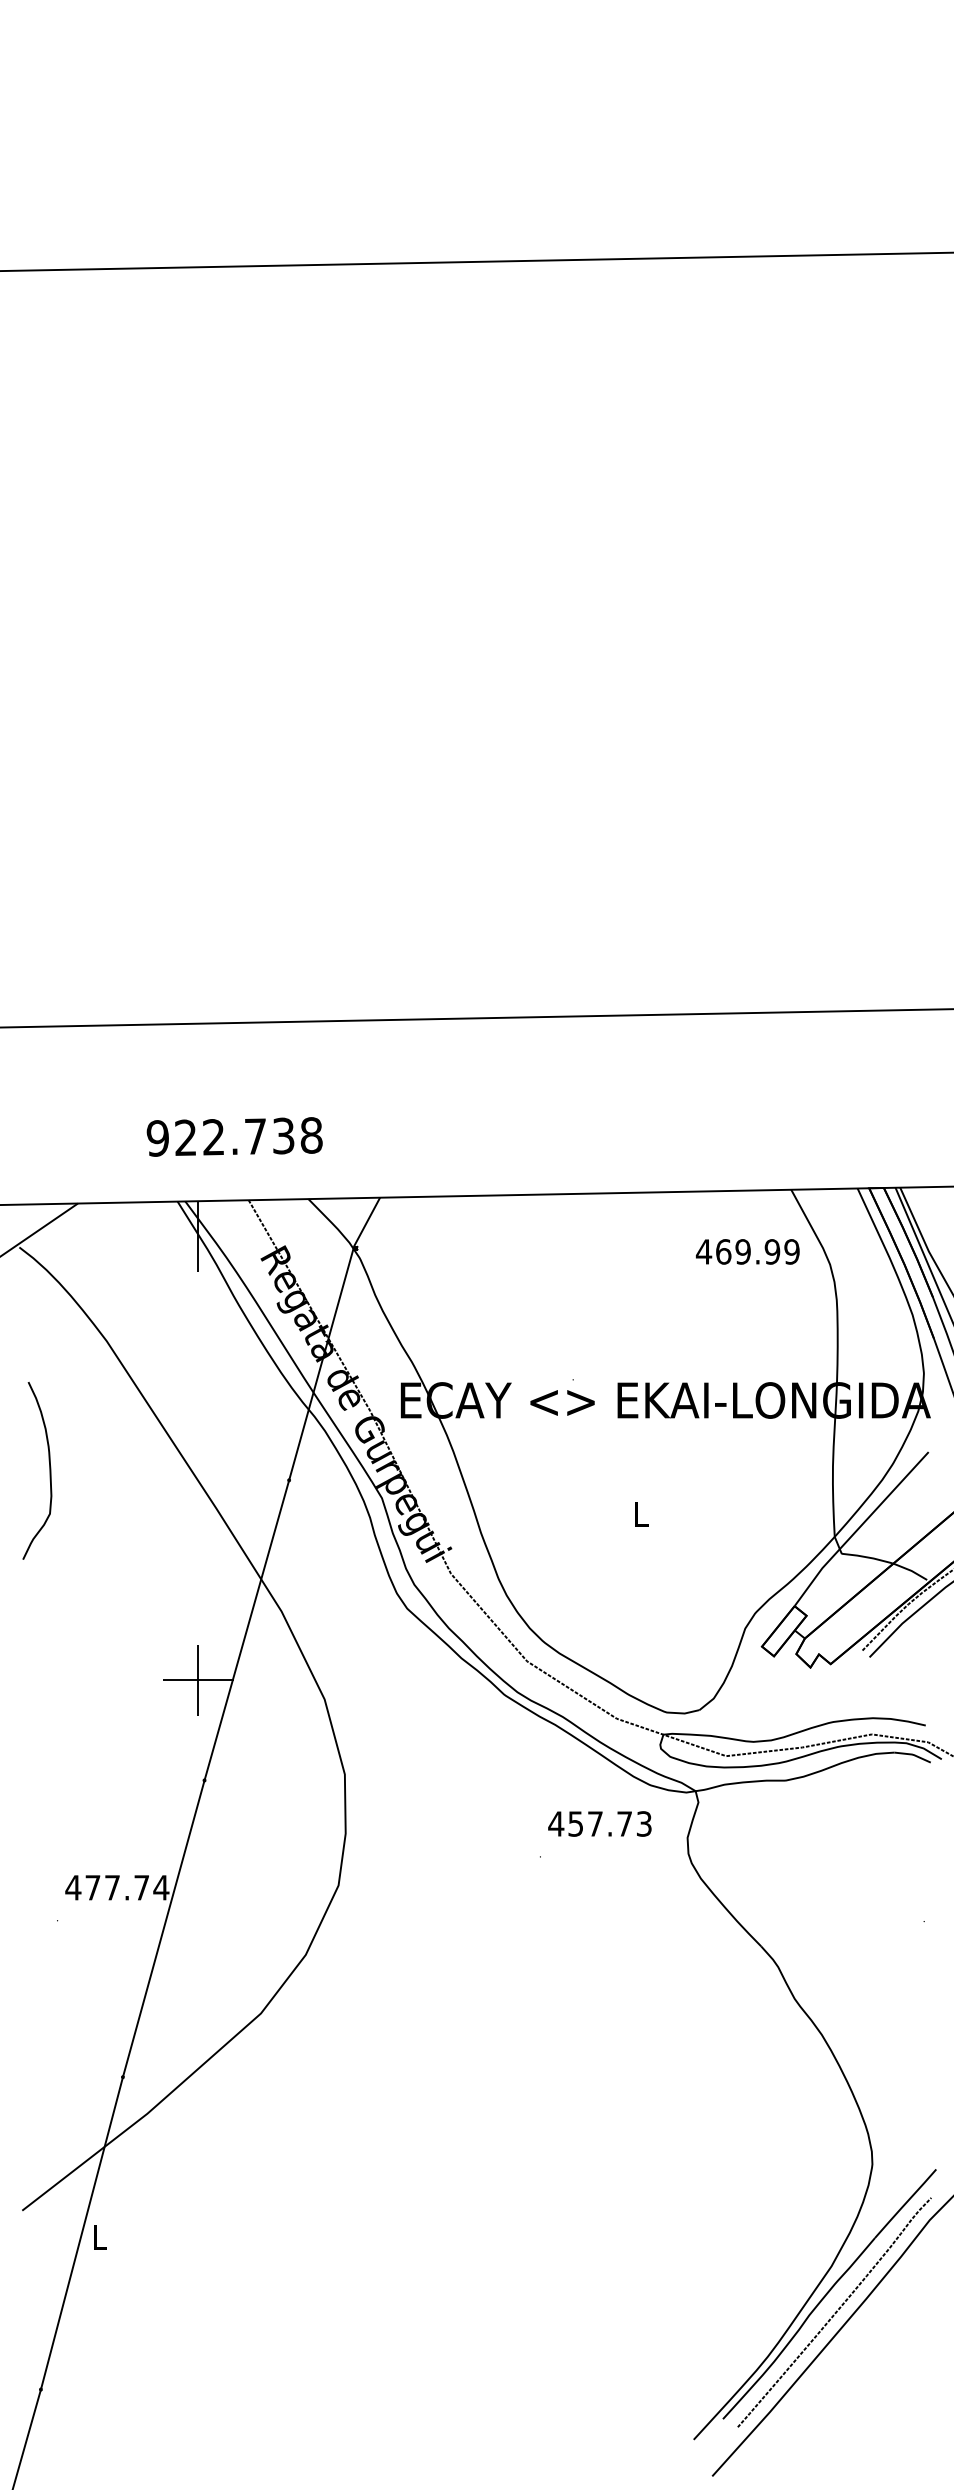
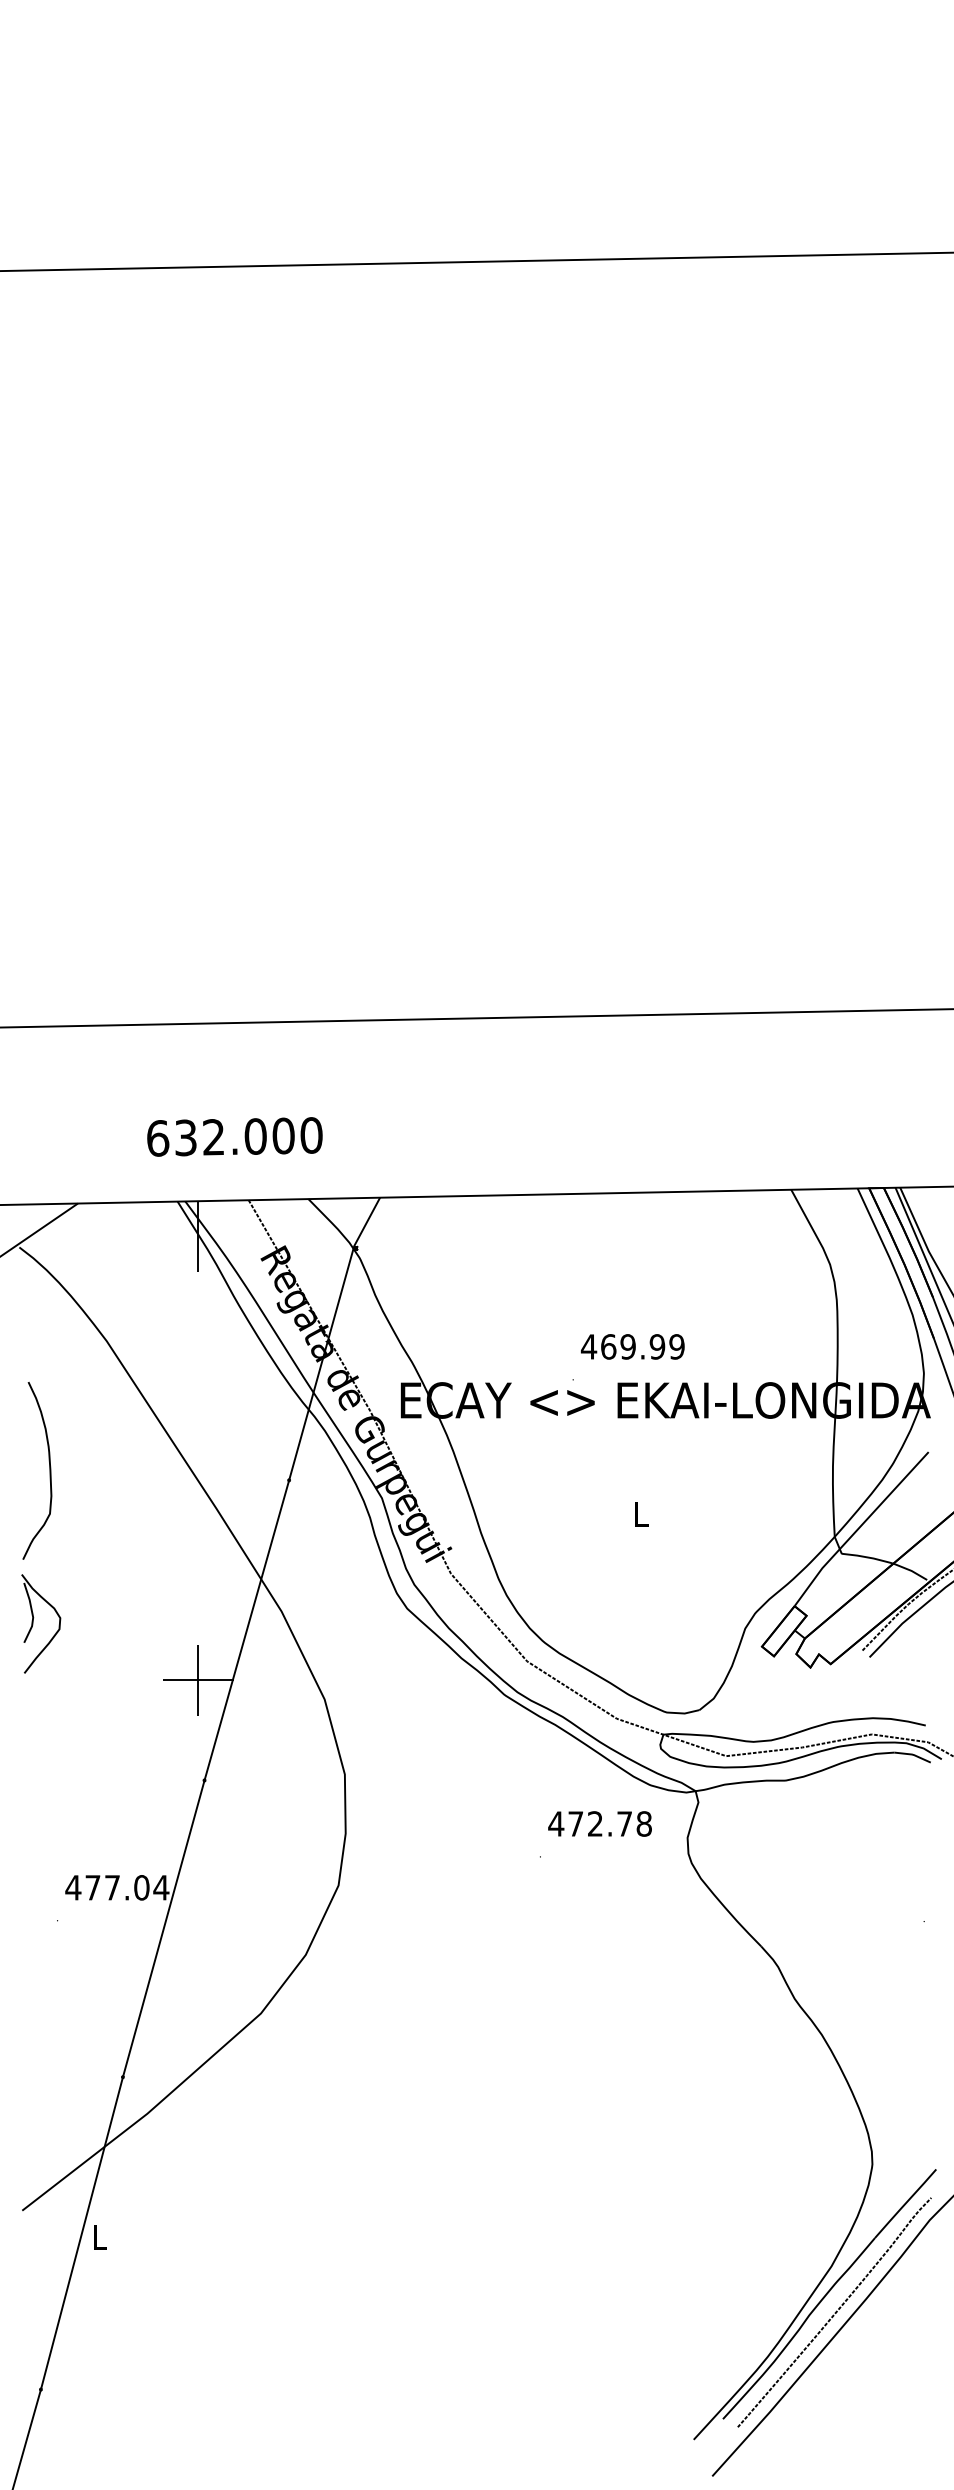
text at (234, 1136): 922.738 -> 632.000
text at (747, 1251) position: (747, 1251) -> (632, 1346)
part at (33, 1623): none -> present
text at (609, 1823): 457.73 -> 472.78
text at (141, 1887): 477.74 -> 477.04
